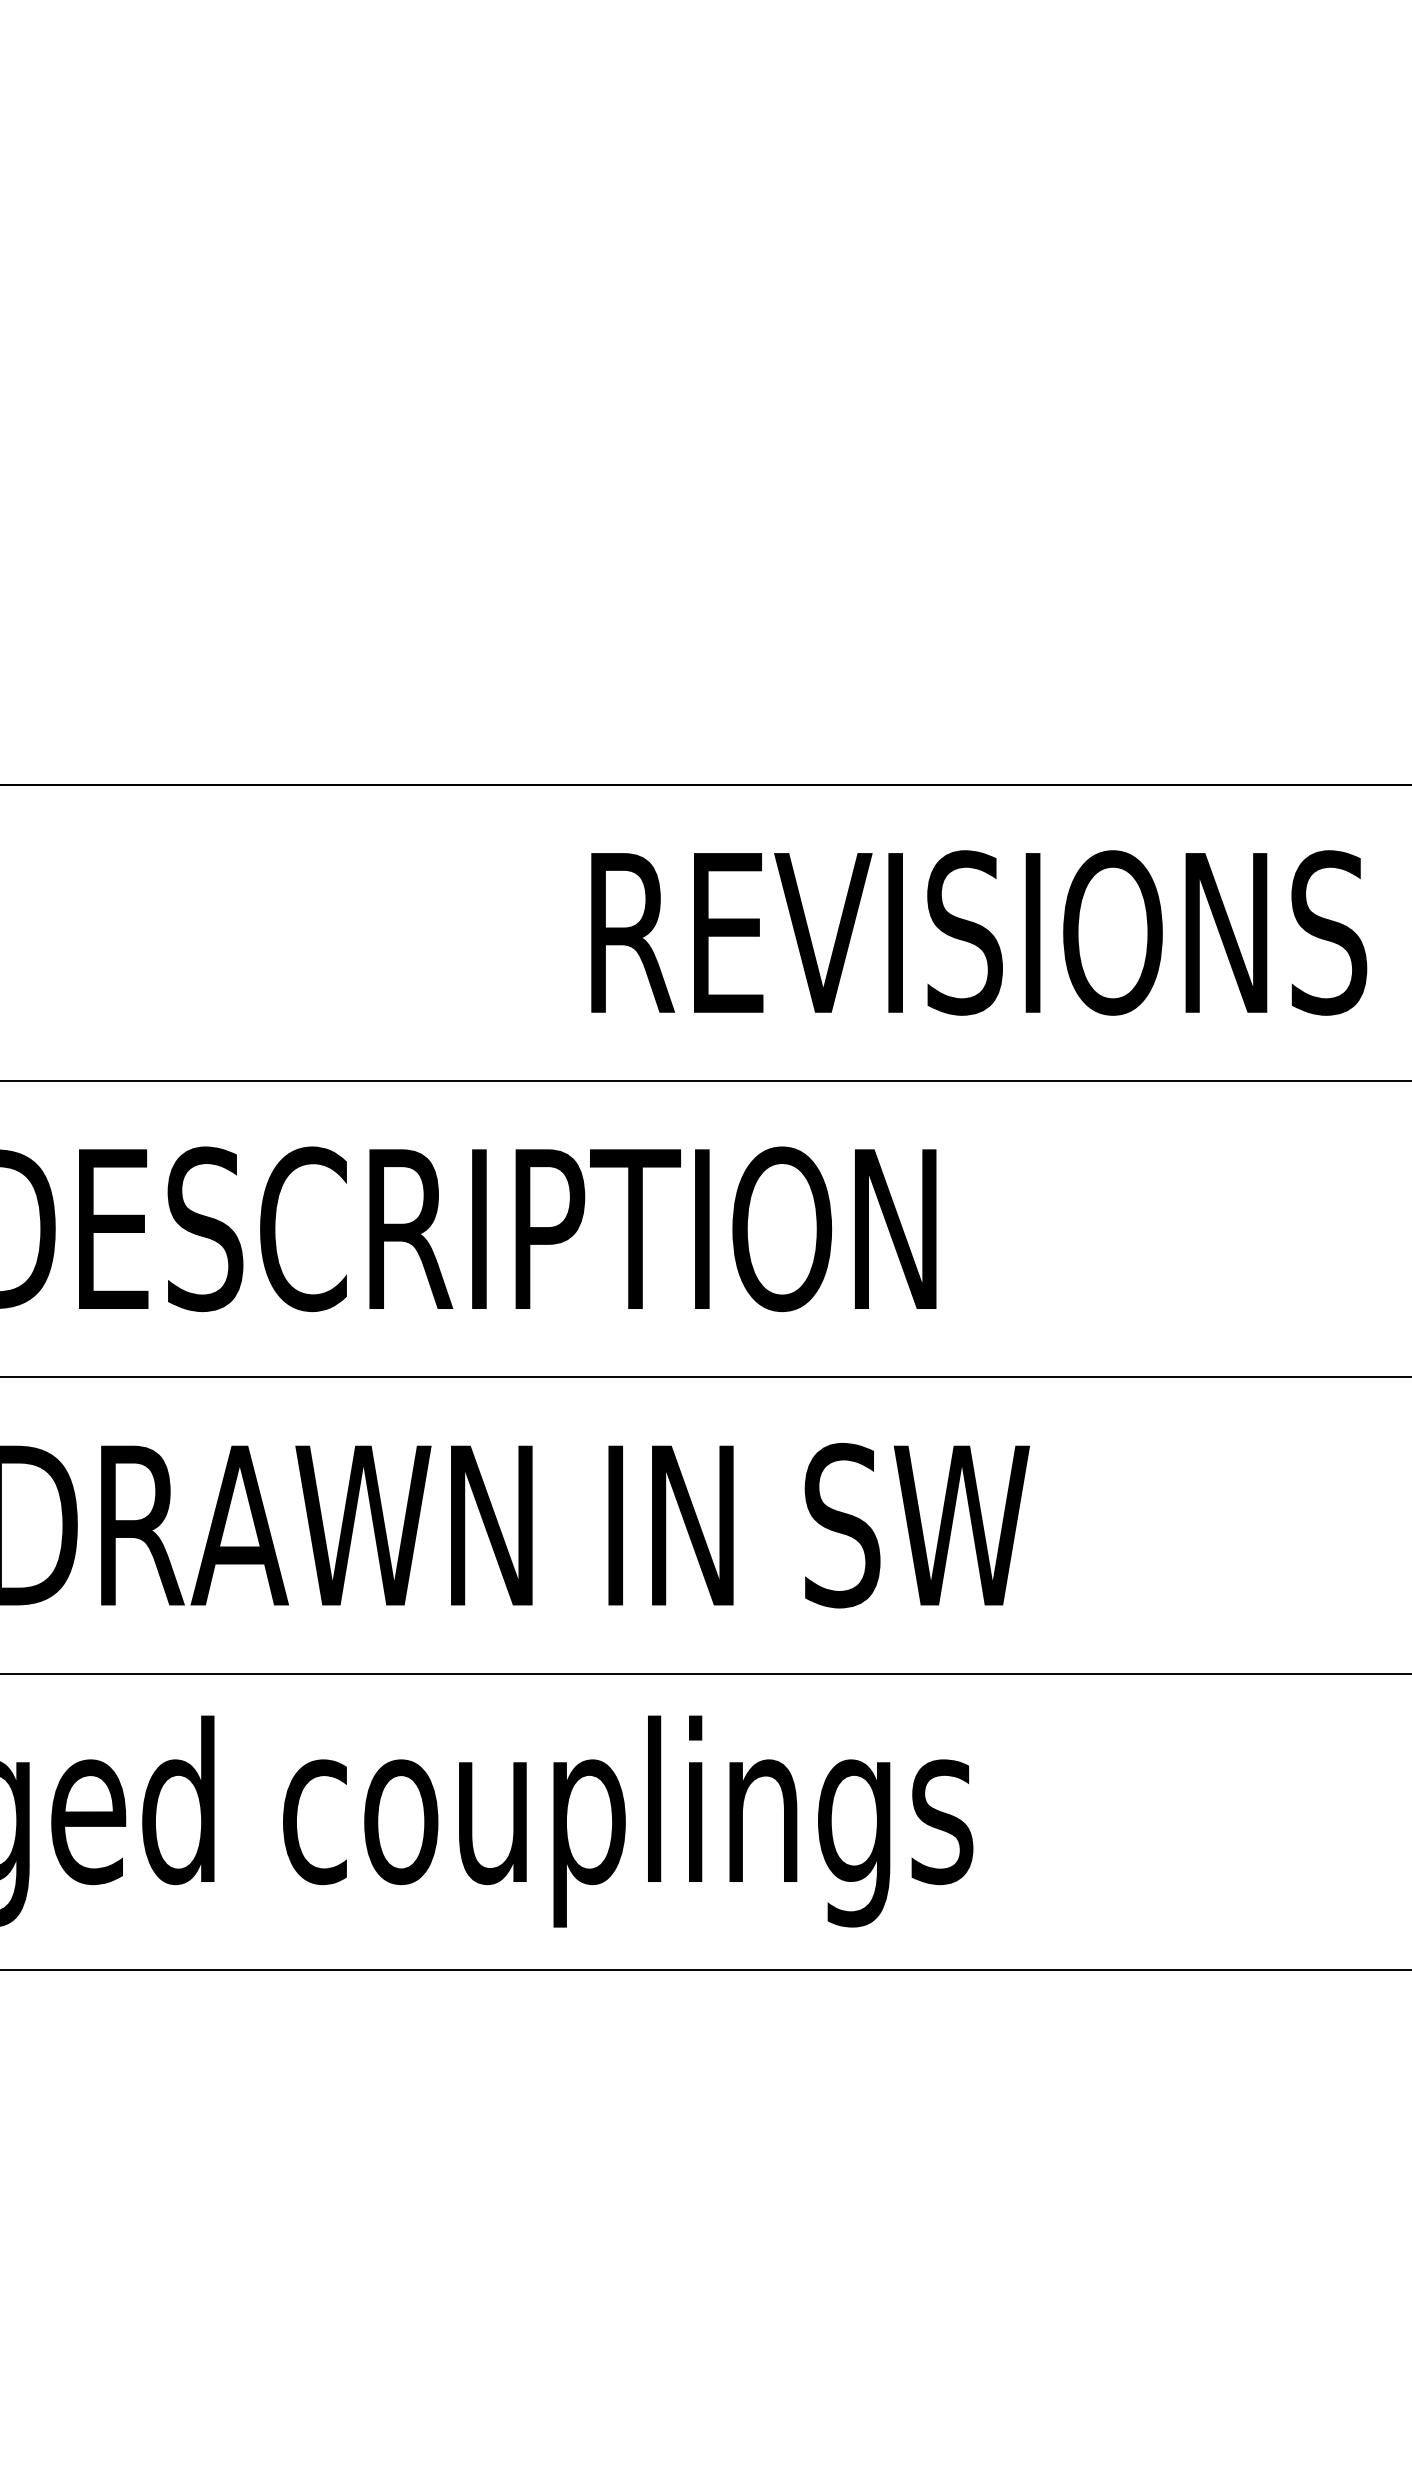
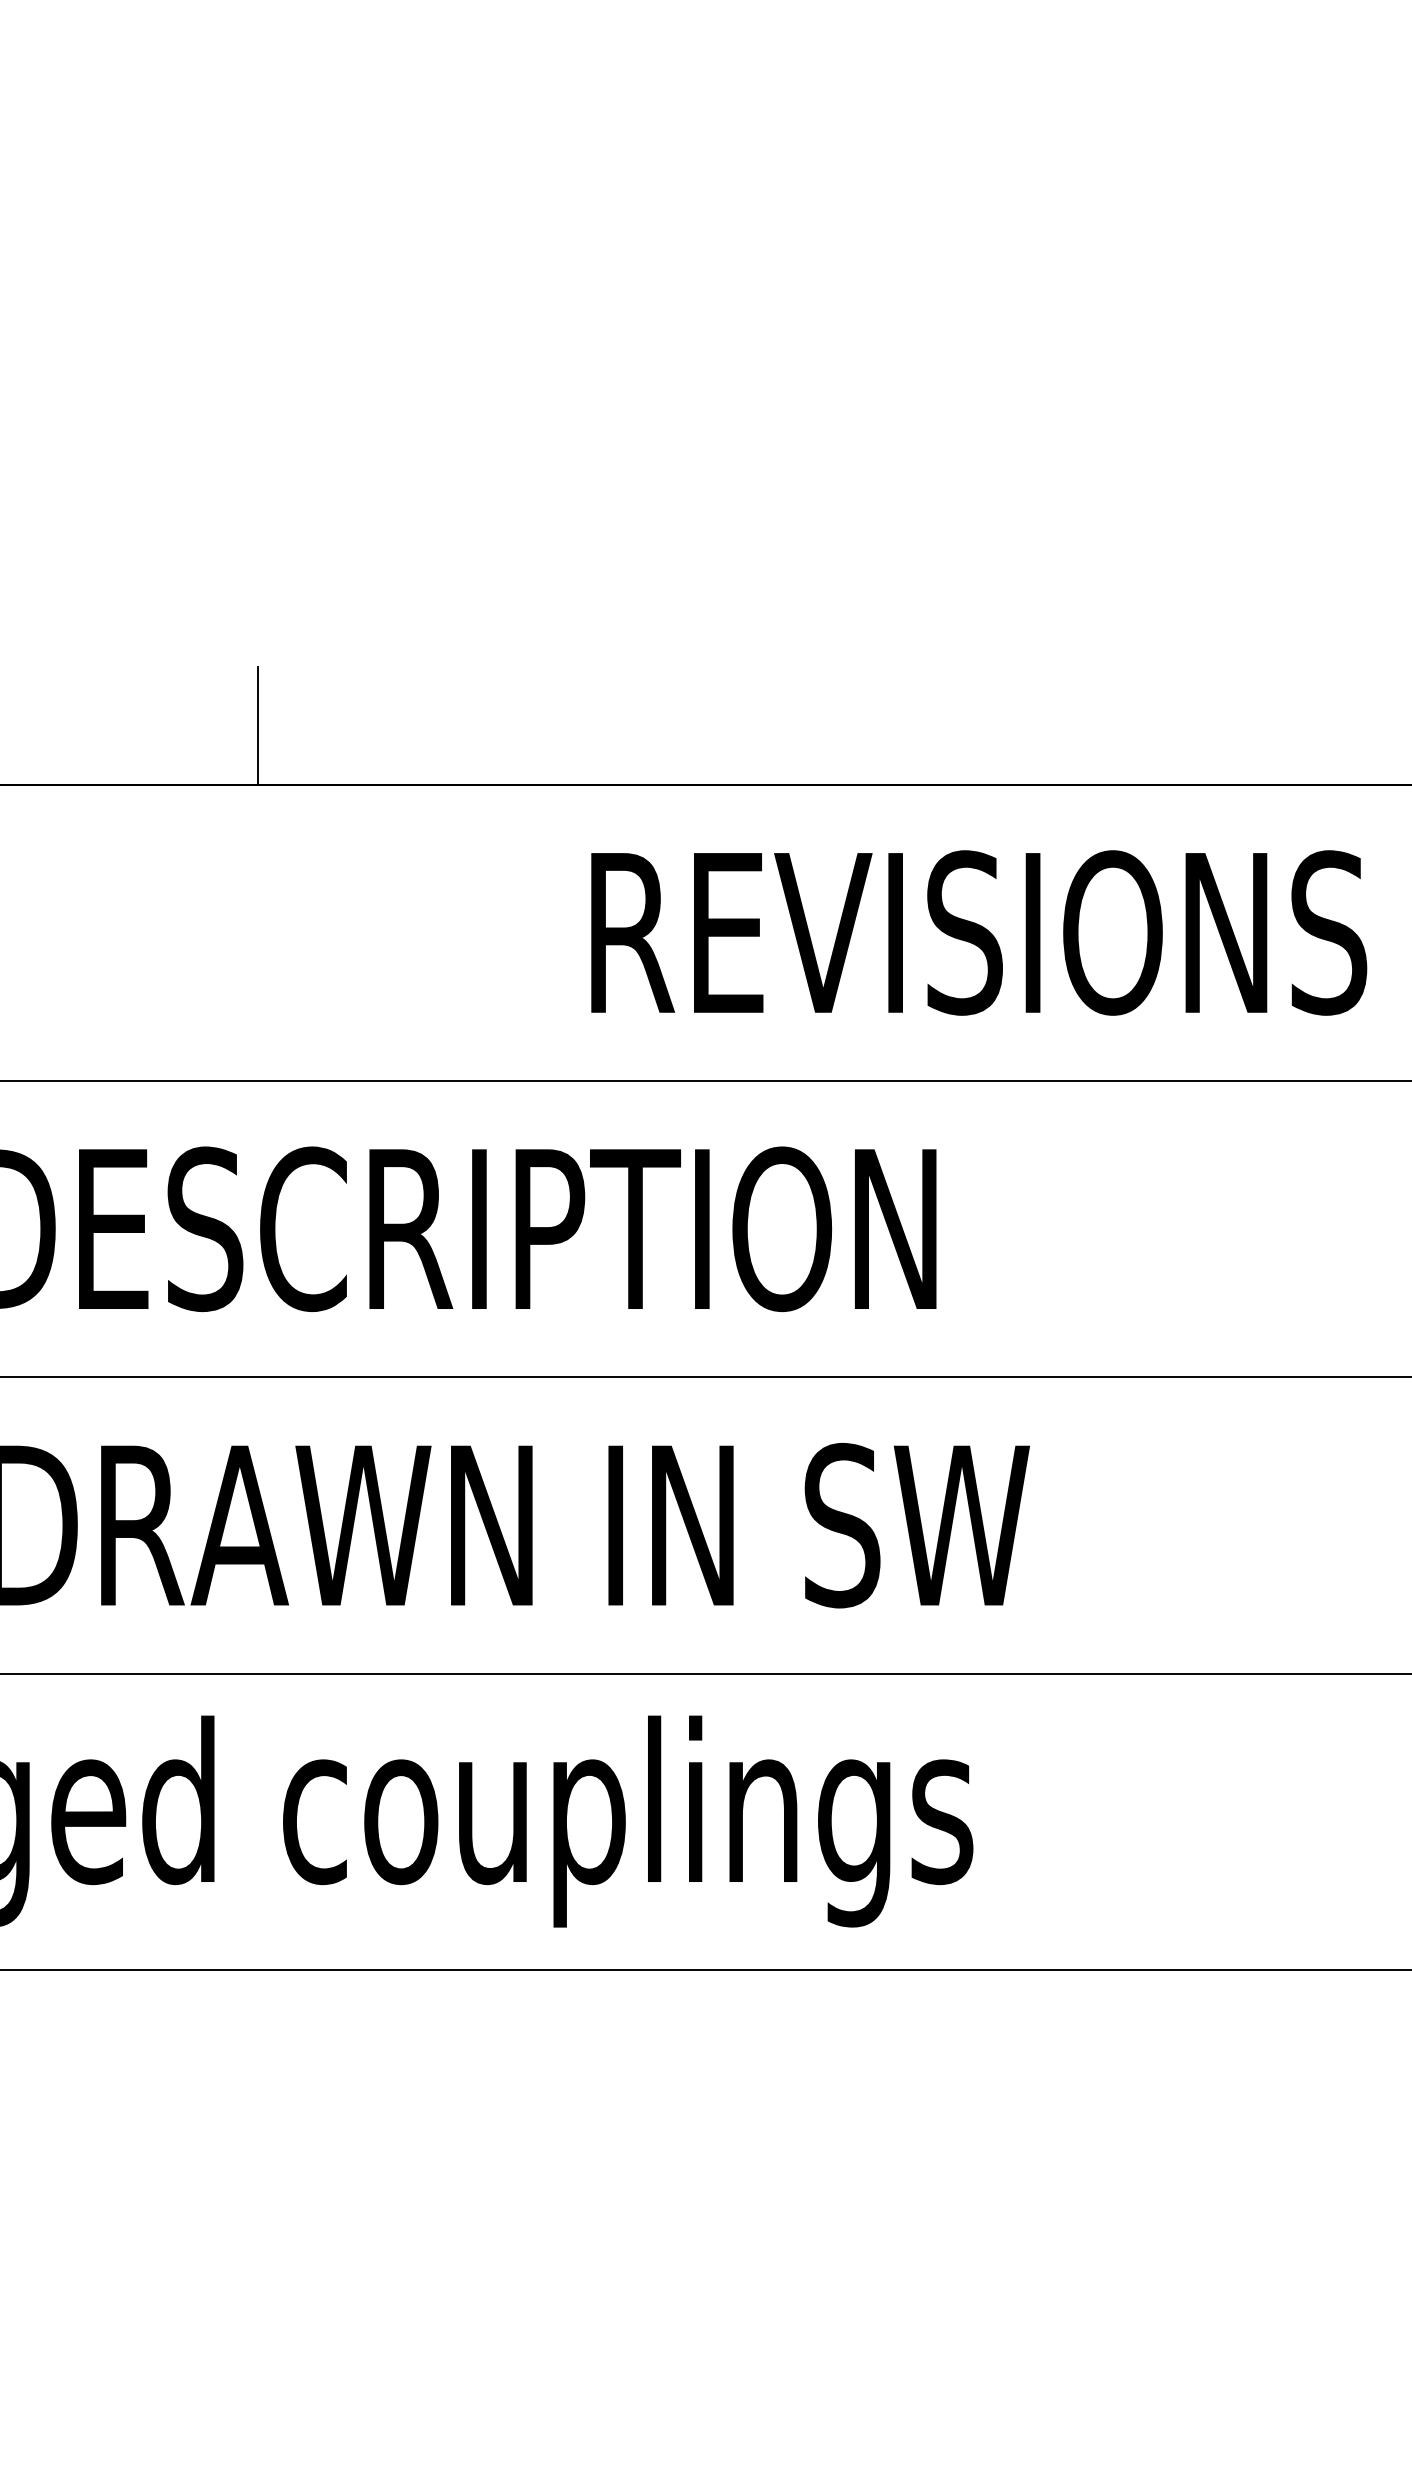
line at (257, 725): none -> present
